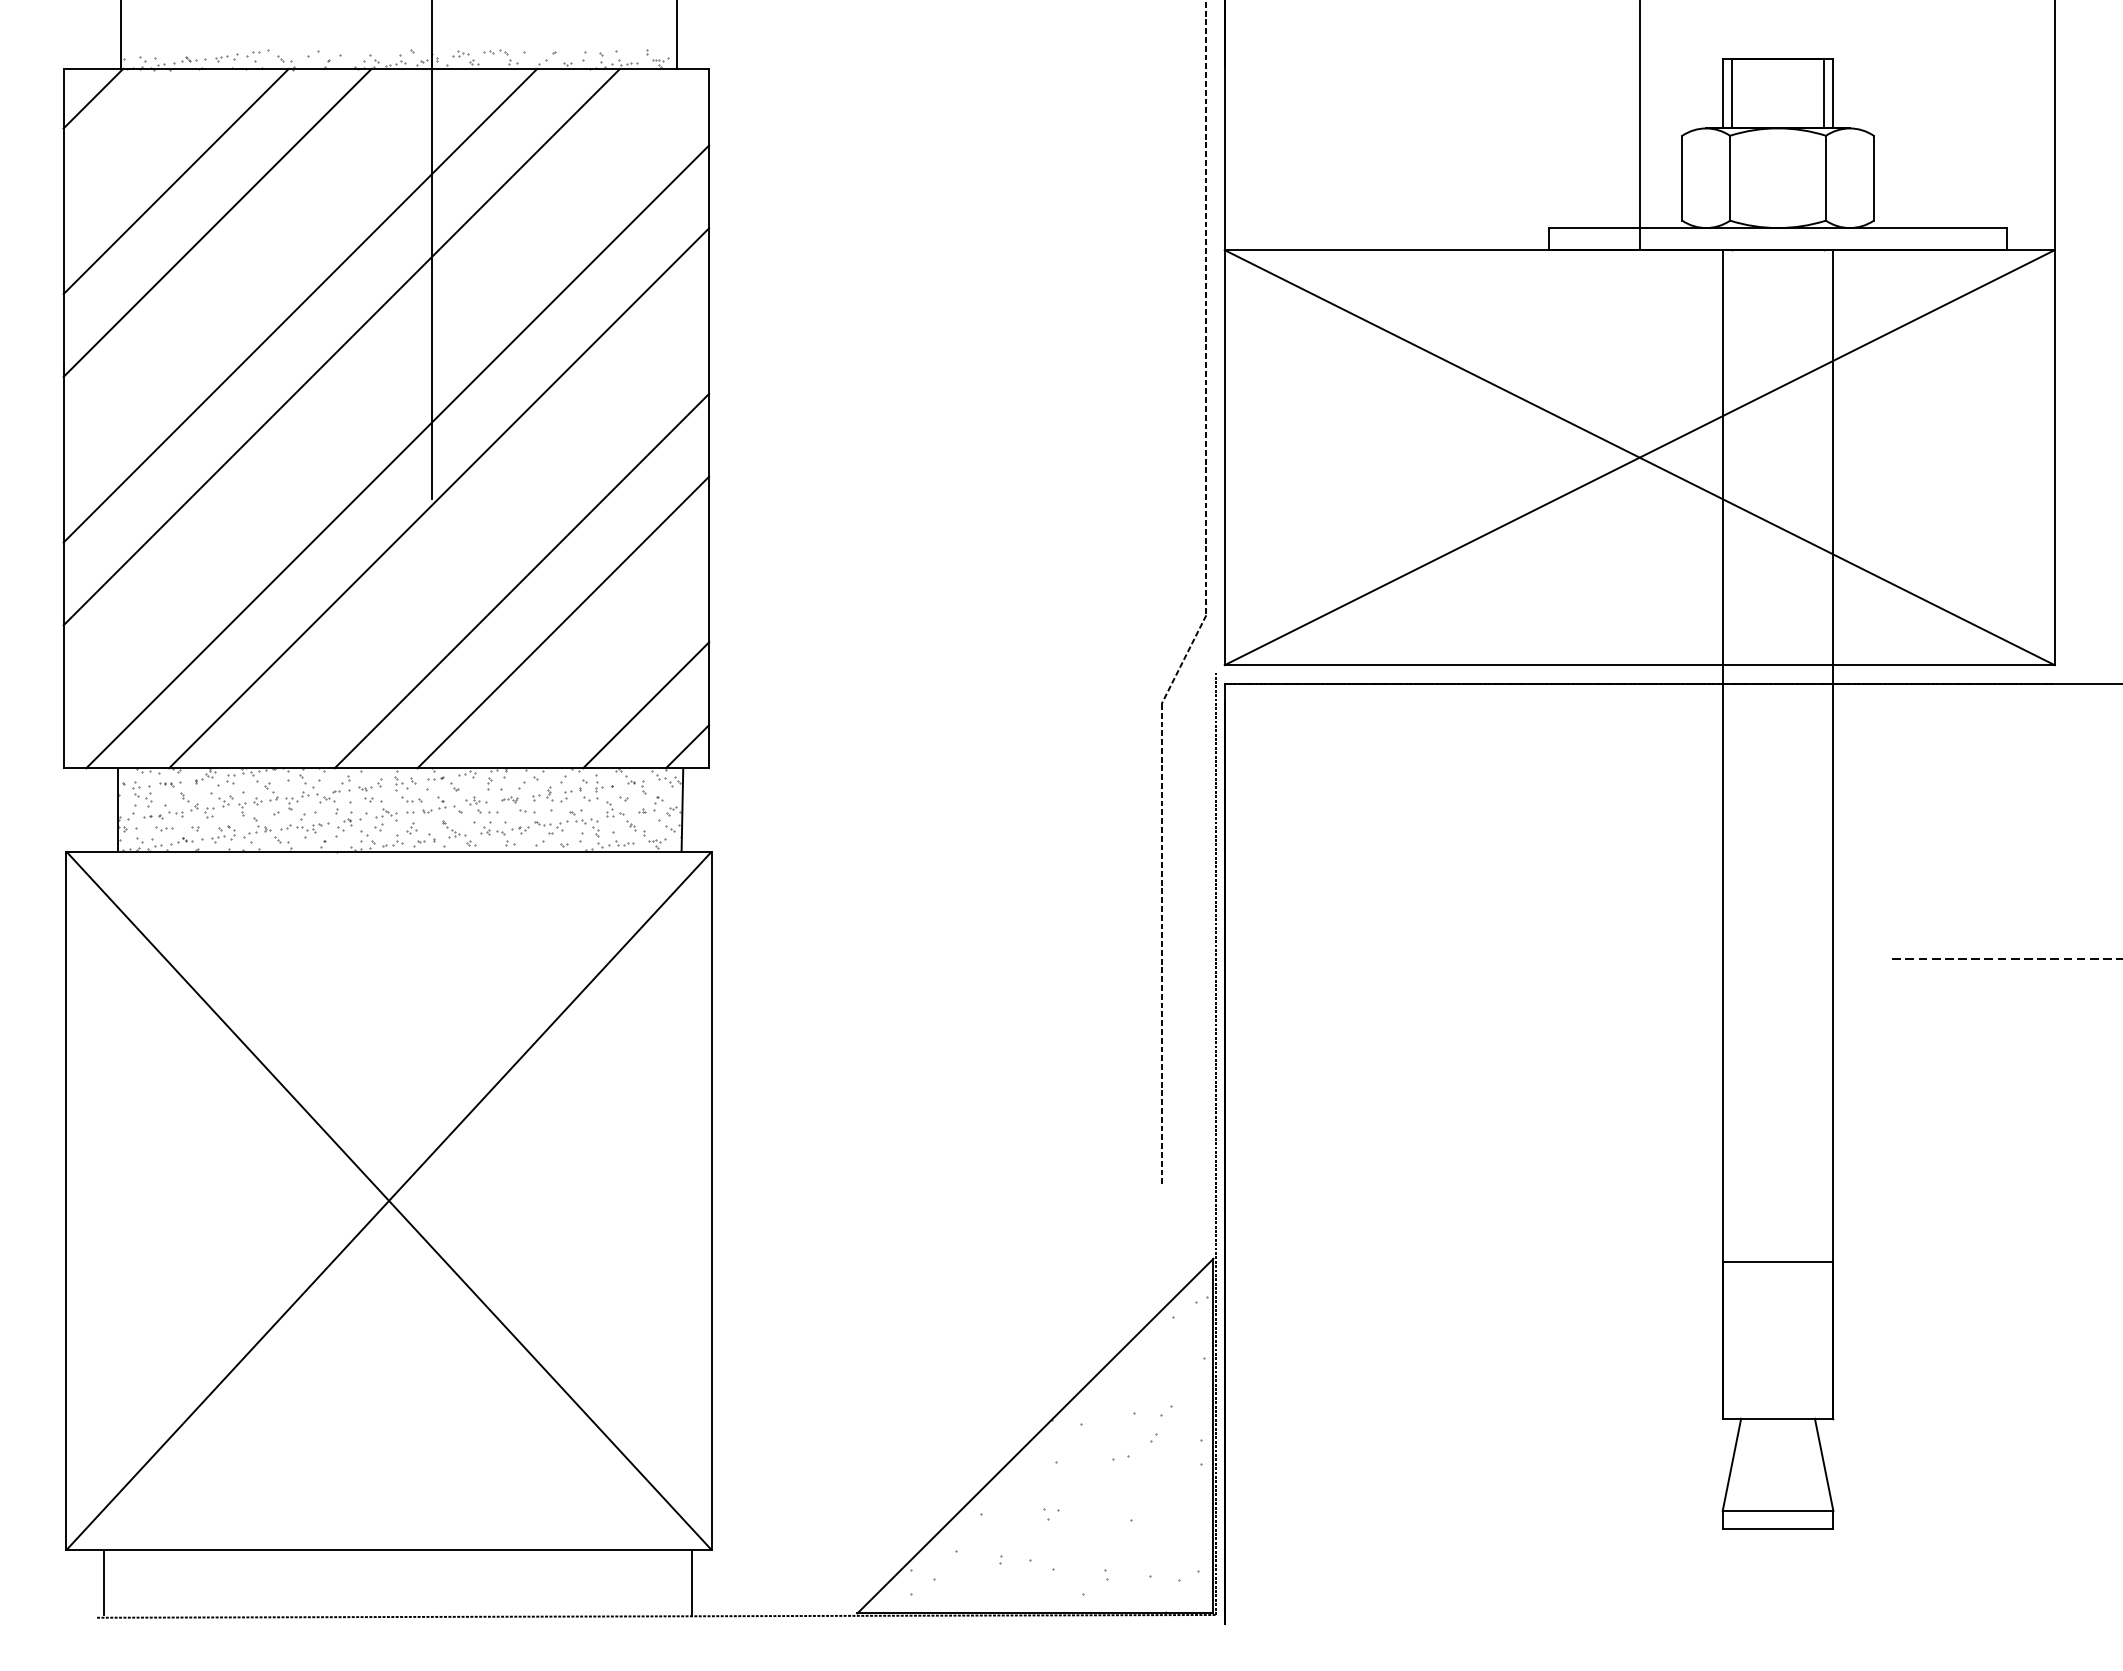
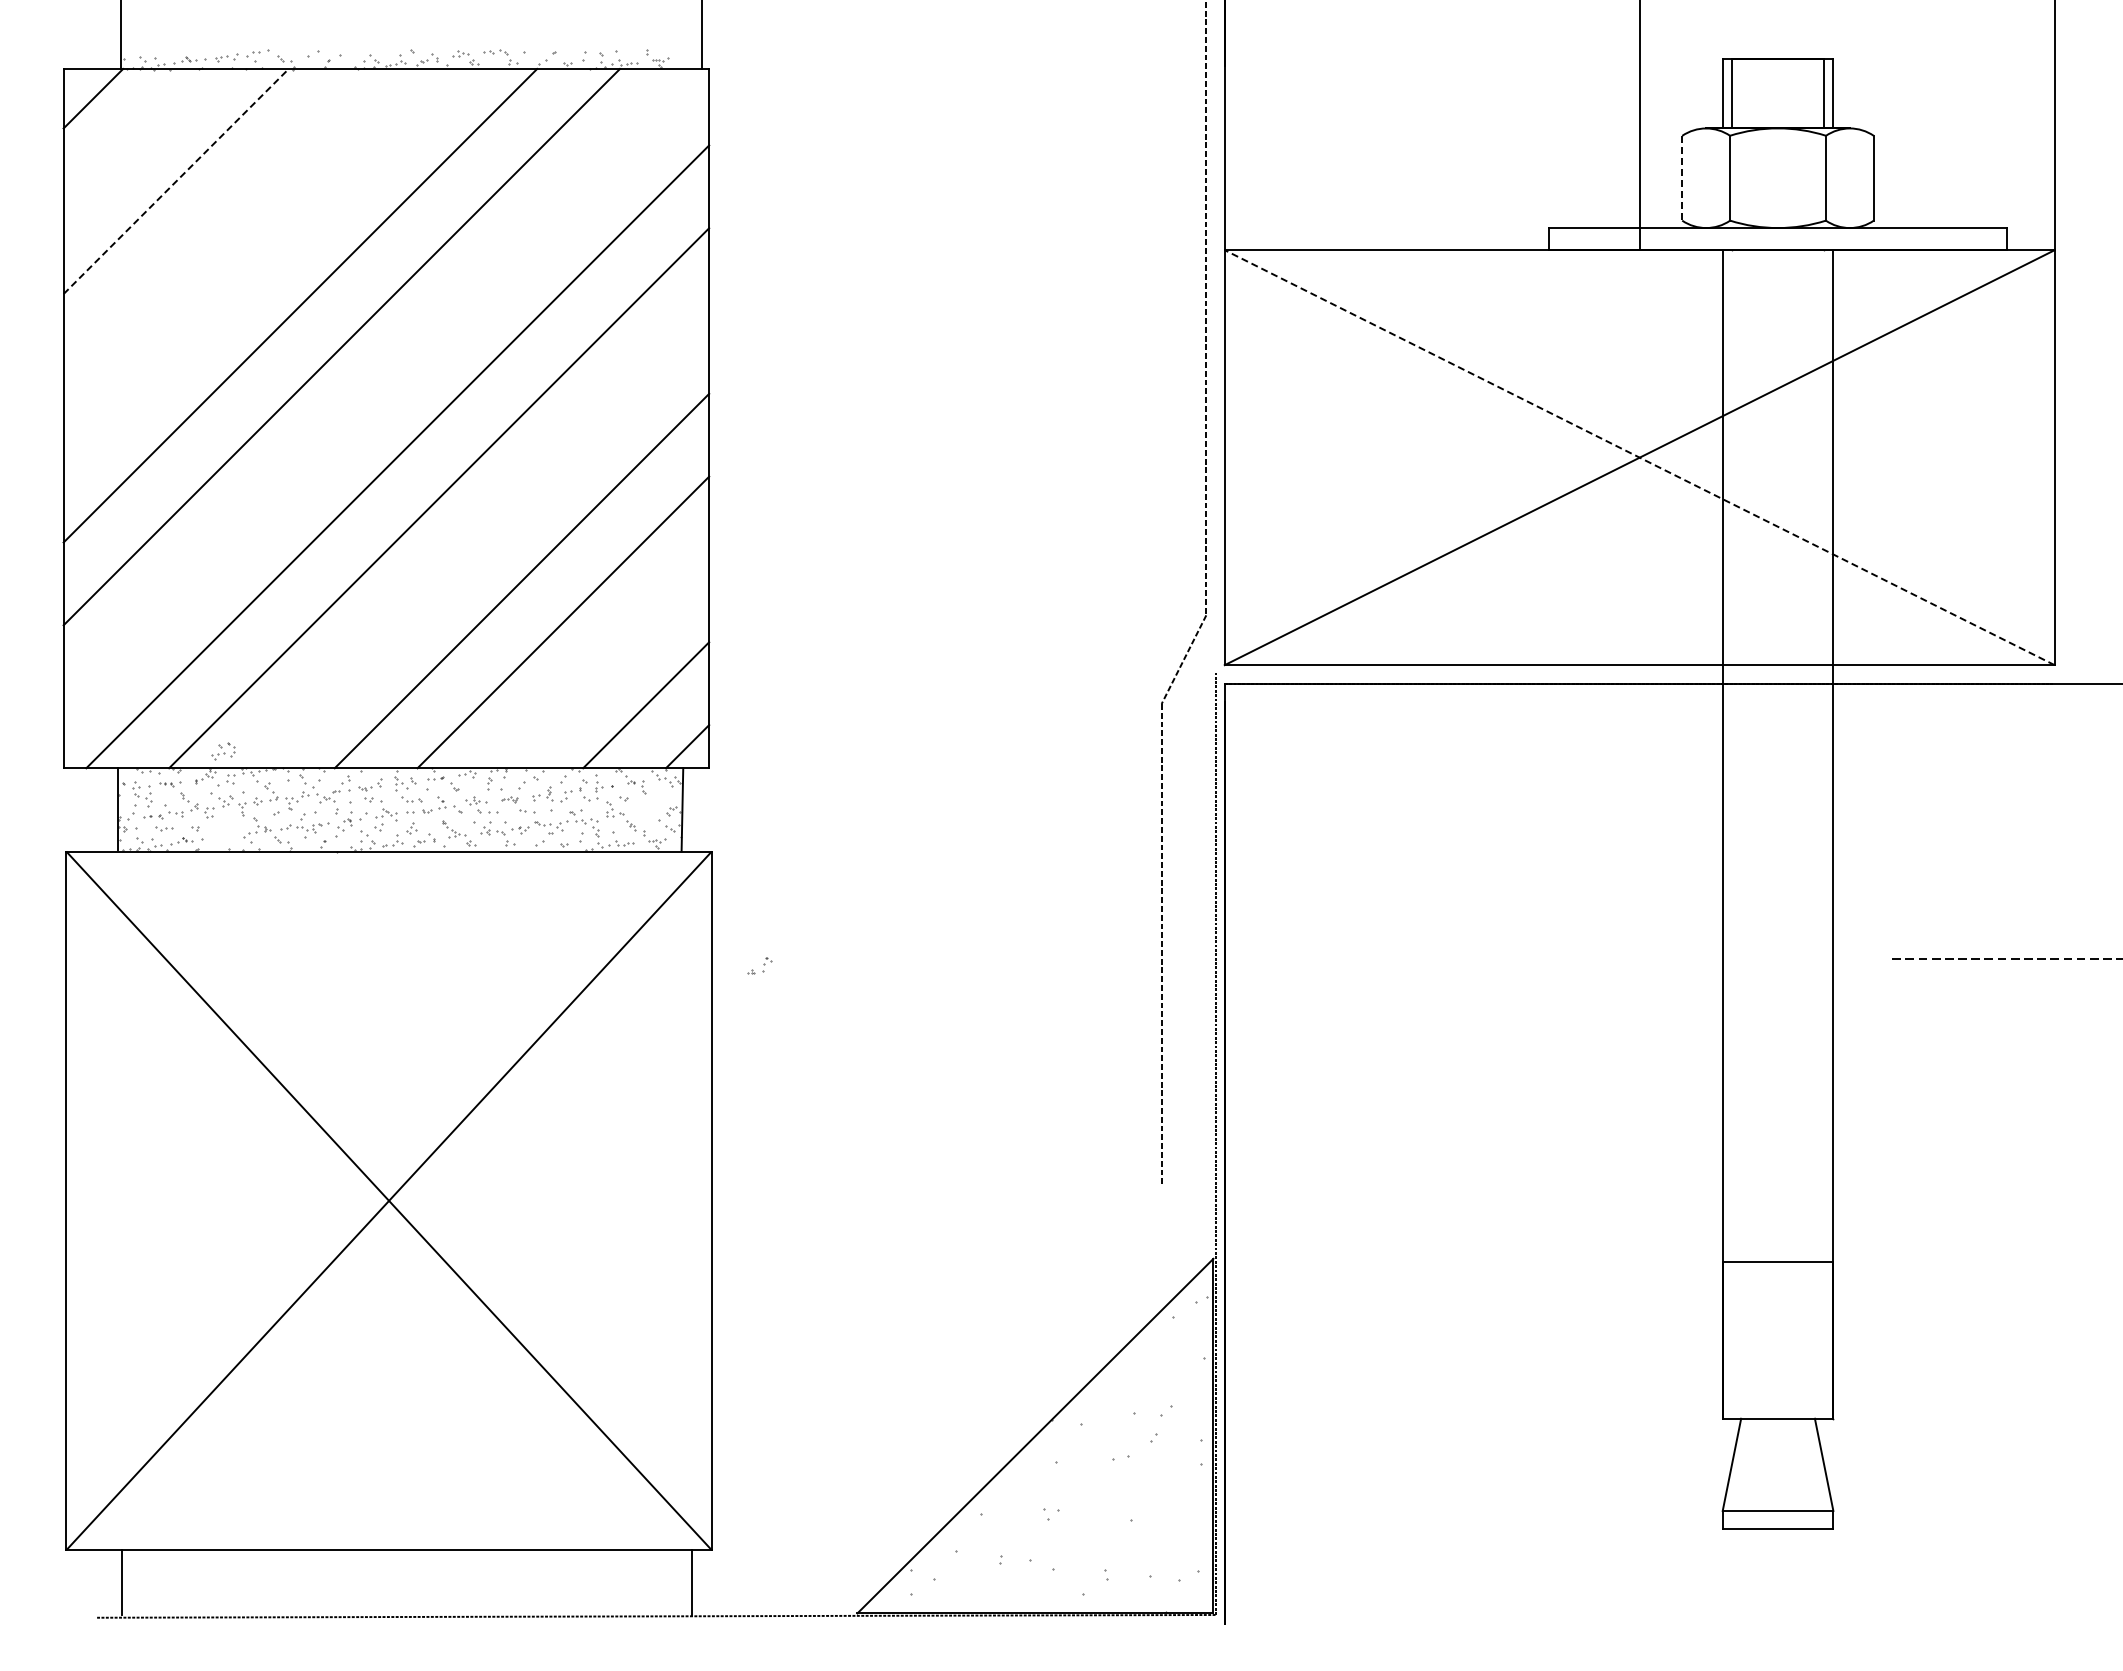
line at (676, 35) position: (676, 35) -> (701, 35)
line at (1682, 178): solid -> dashed
line at (176, 181): solid -> dashed
line at (217, 222): present -> none
line at (431, 250): present -> none
line at (1639, 457): solid -> dashed
part at (650, 804) position: (650, 804) -> (759, 965)
part at (223, 834) position: (223, 834) -> (223, 751)
line at (103, 1582) position: (103, 1582) -> (121, 1582)
